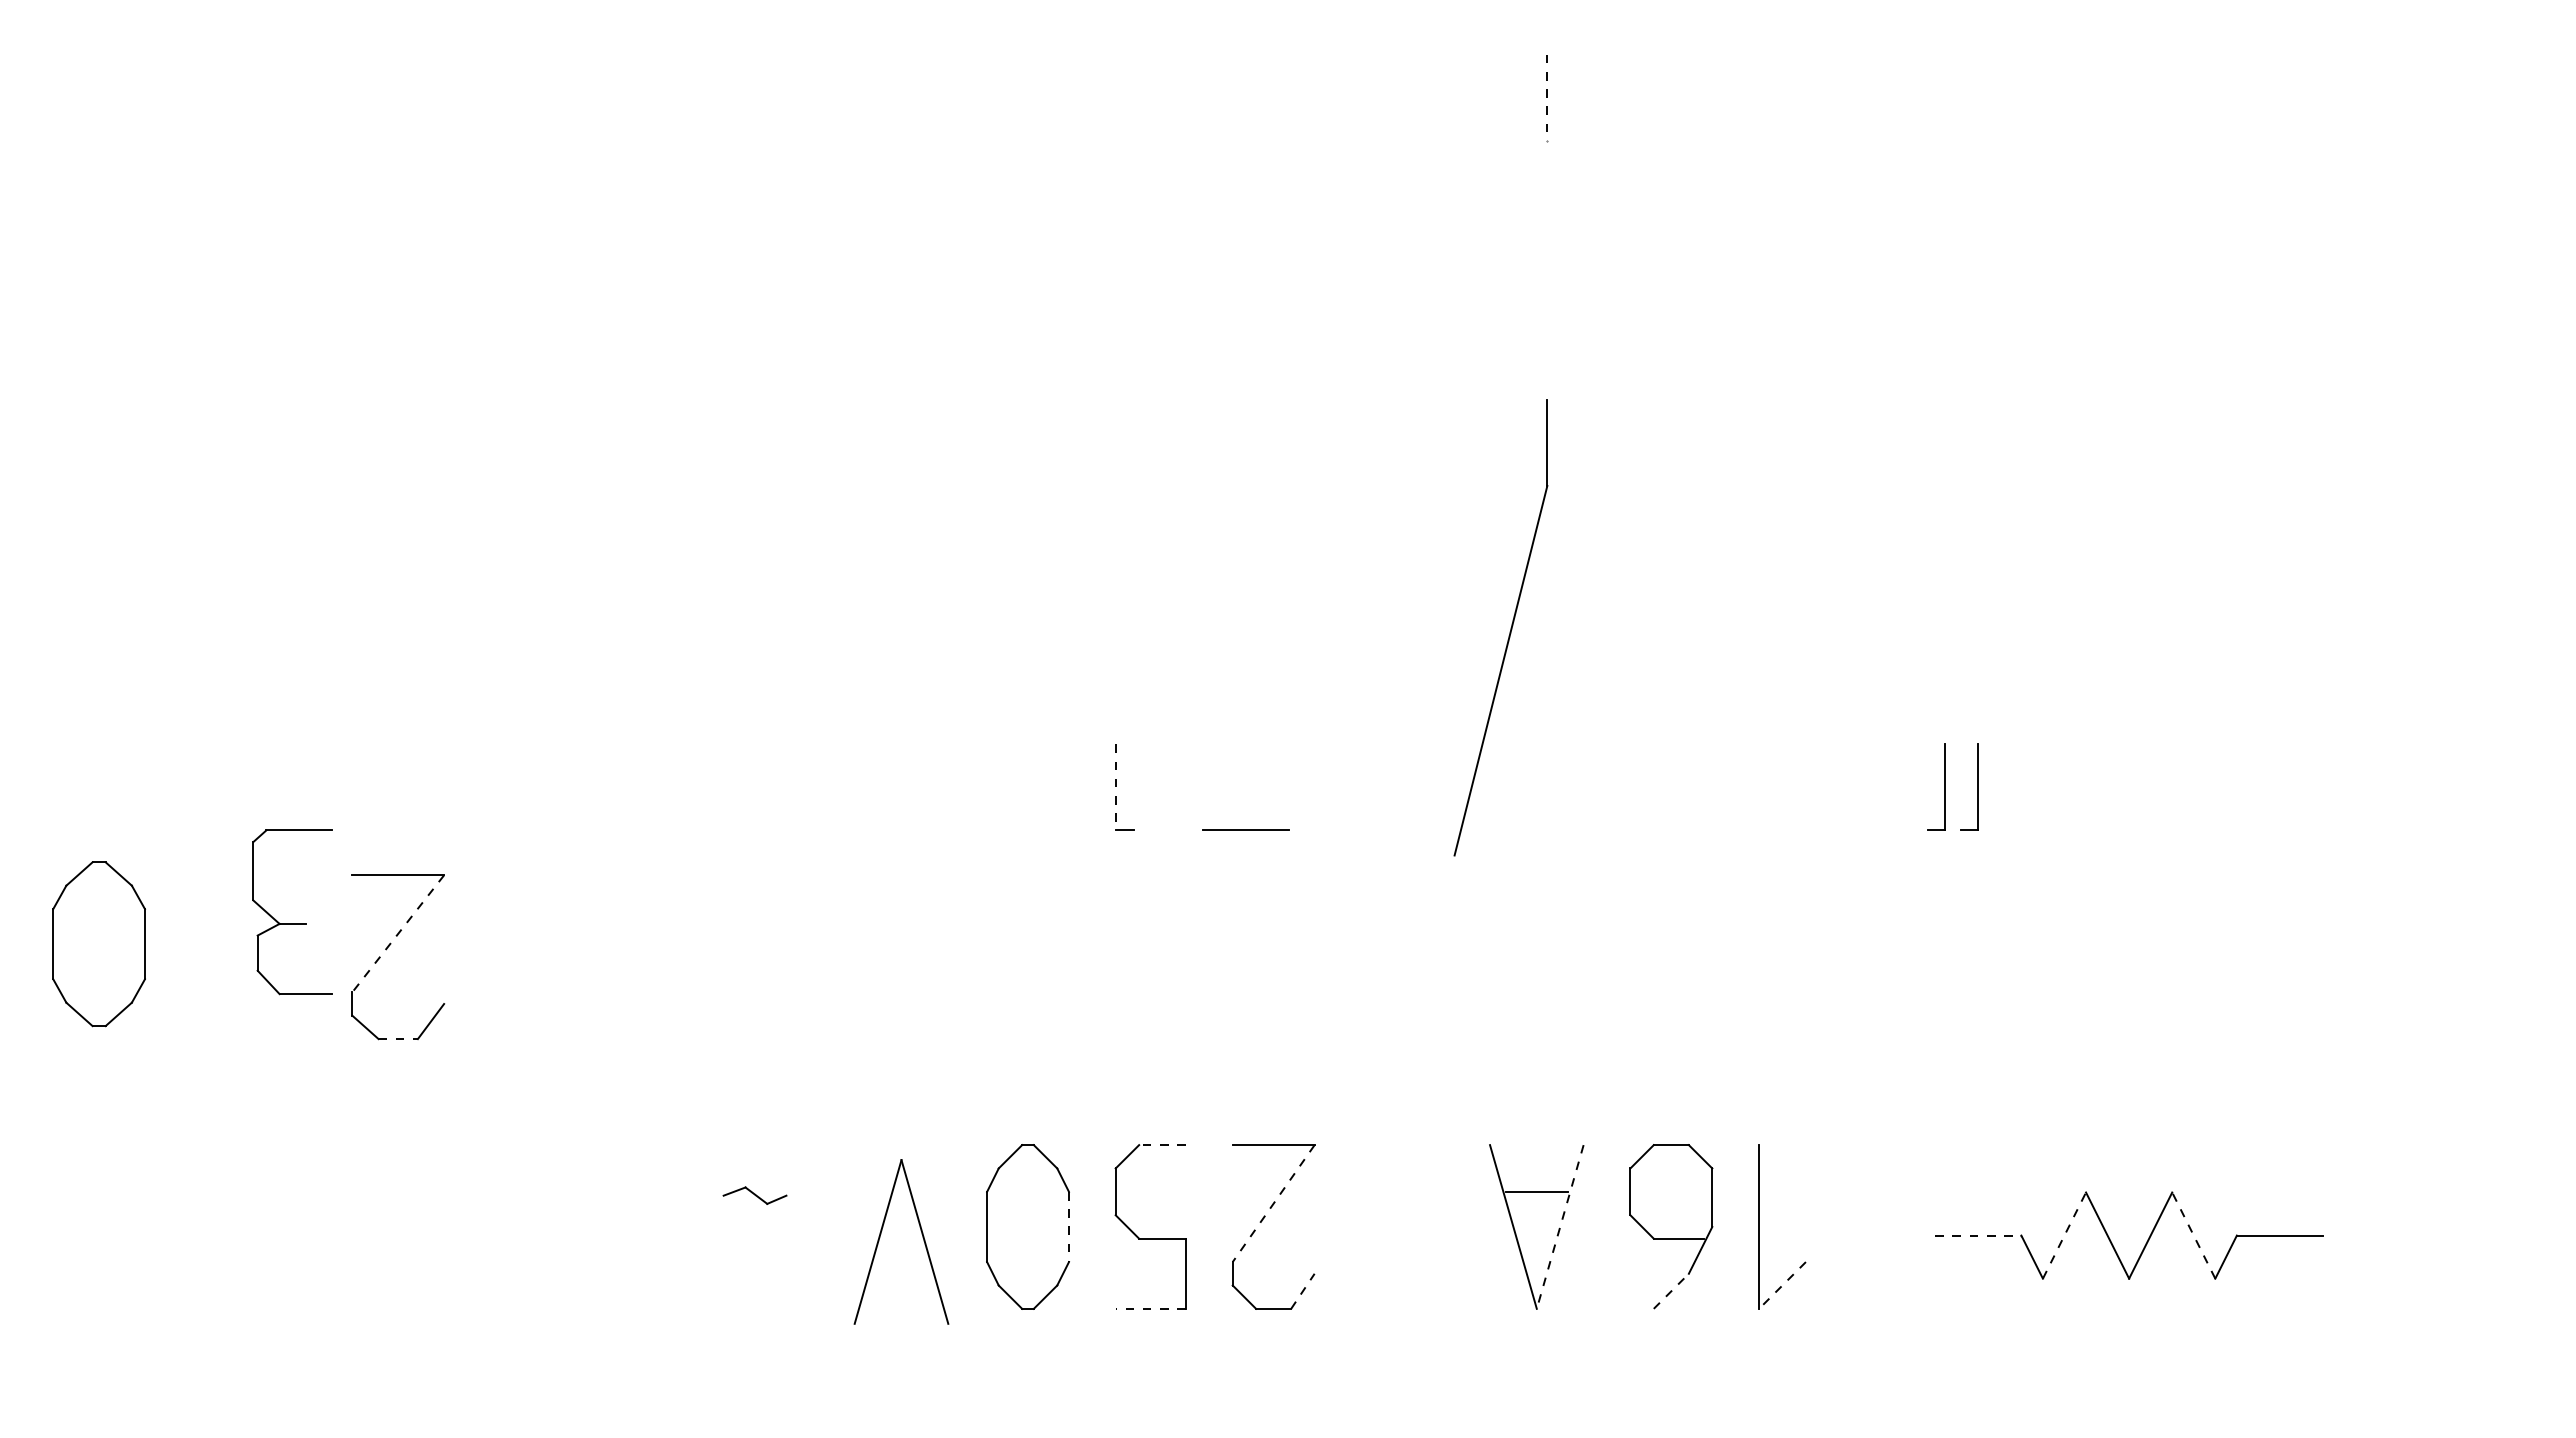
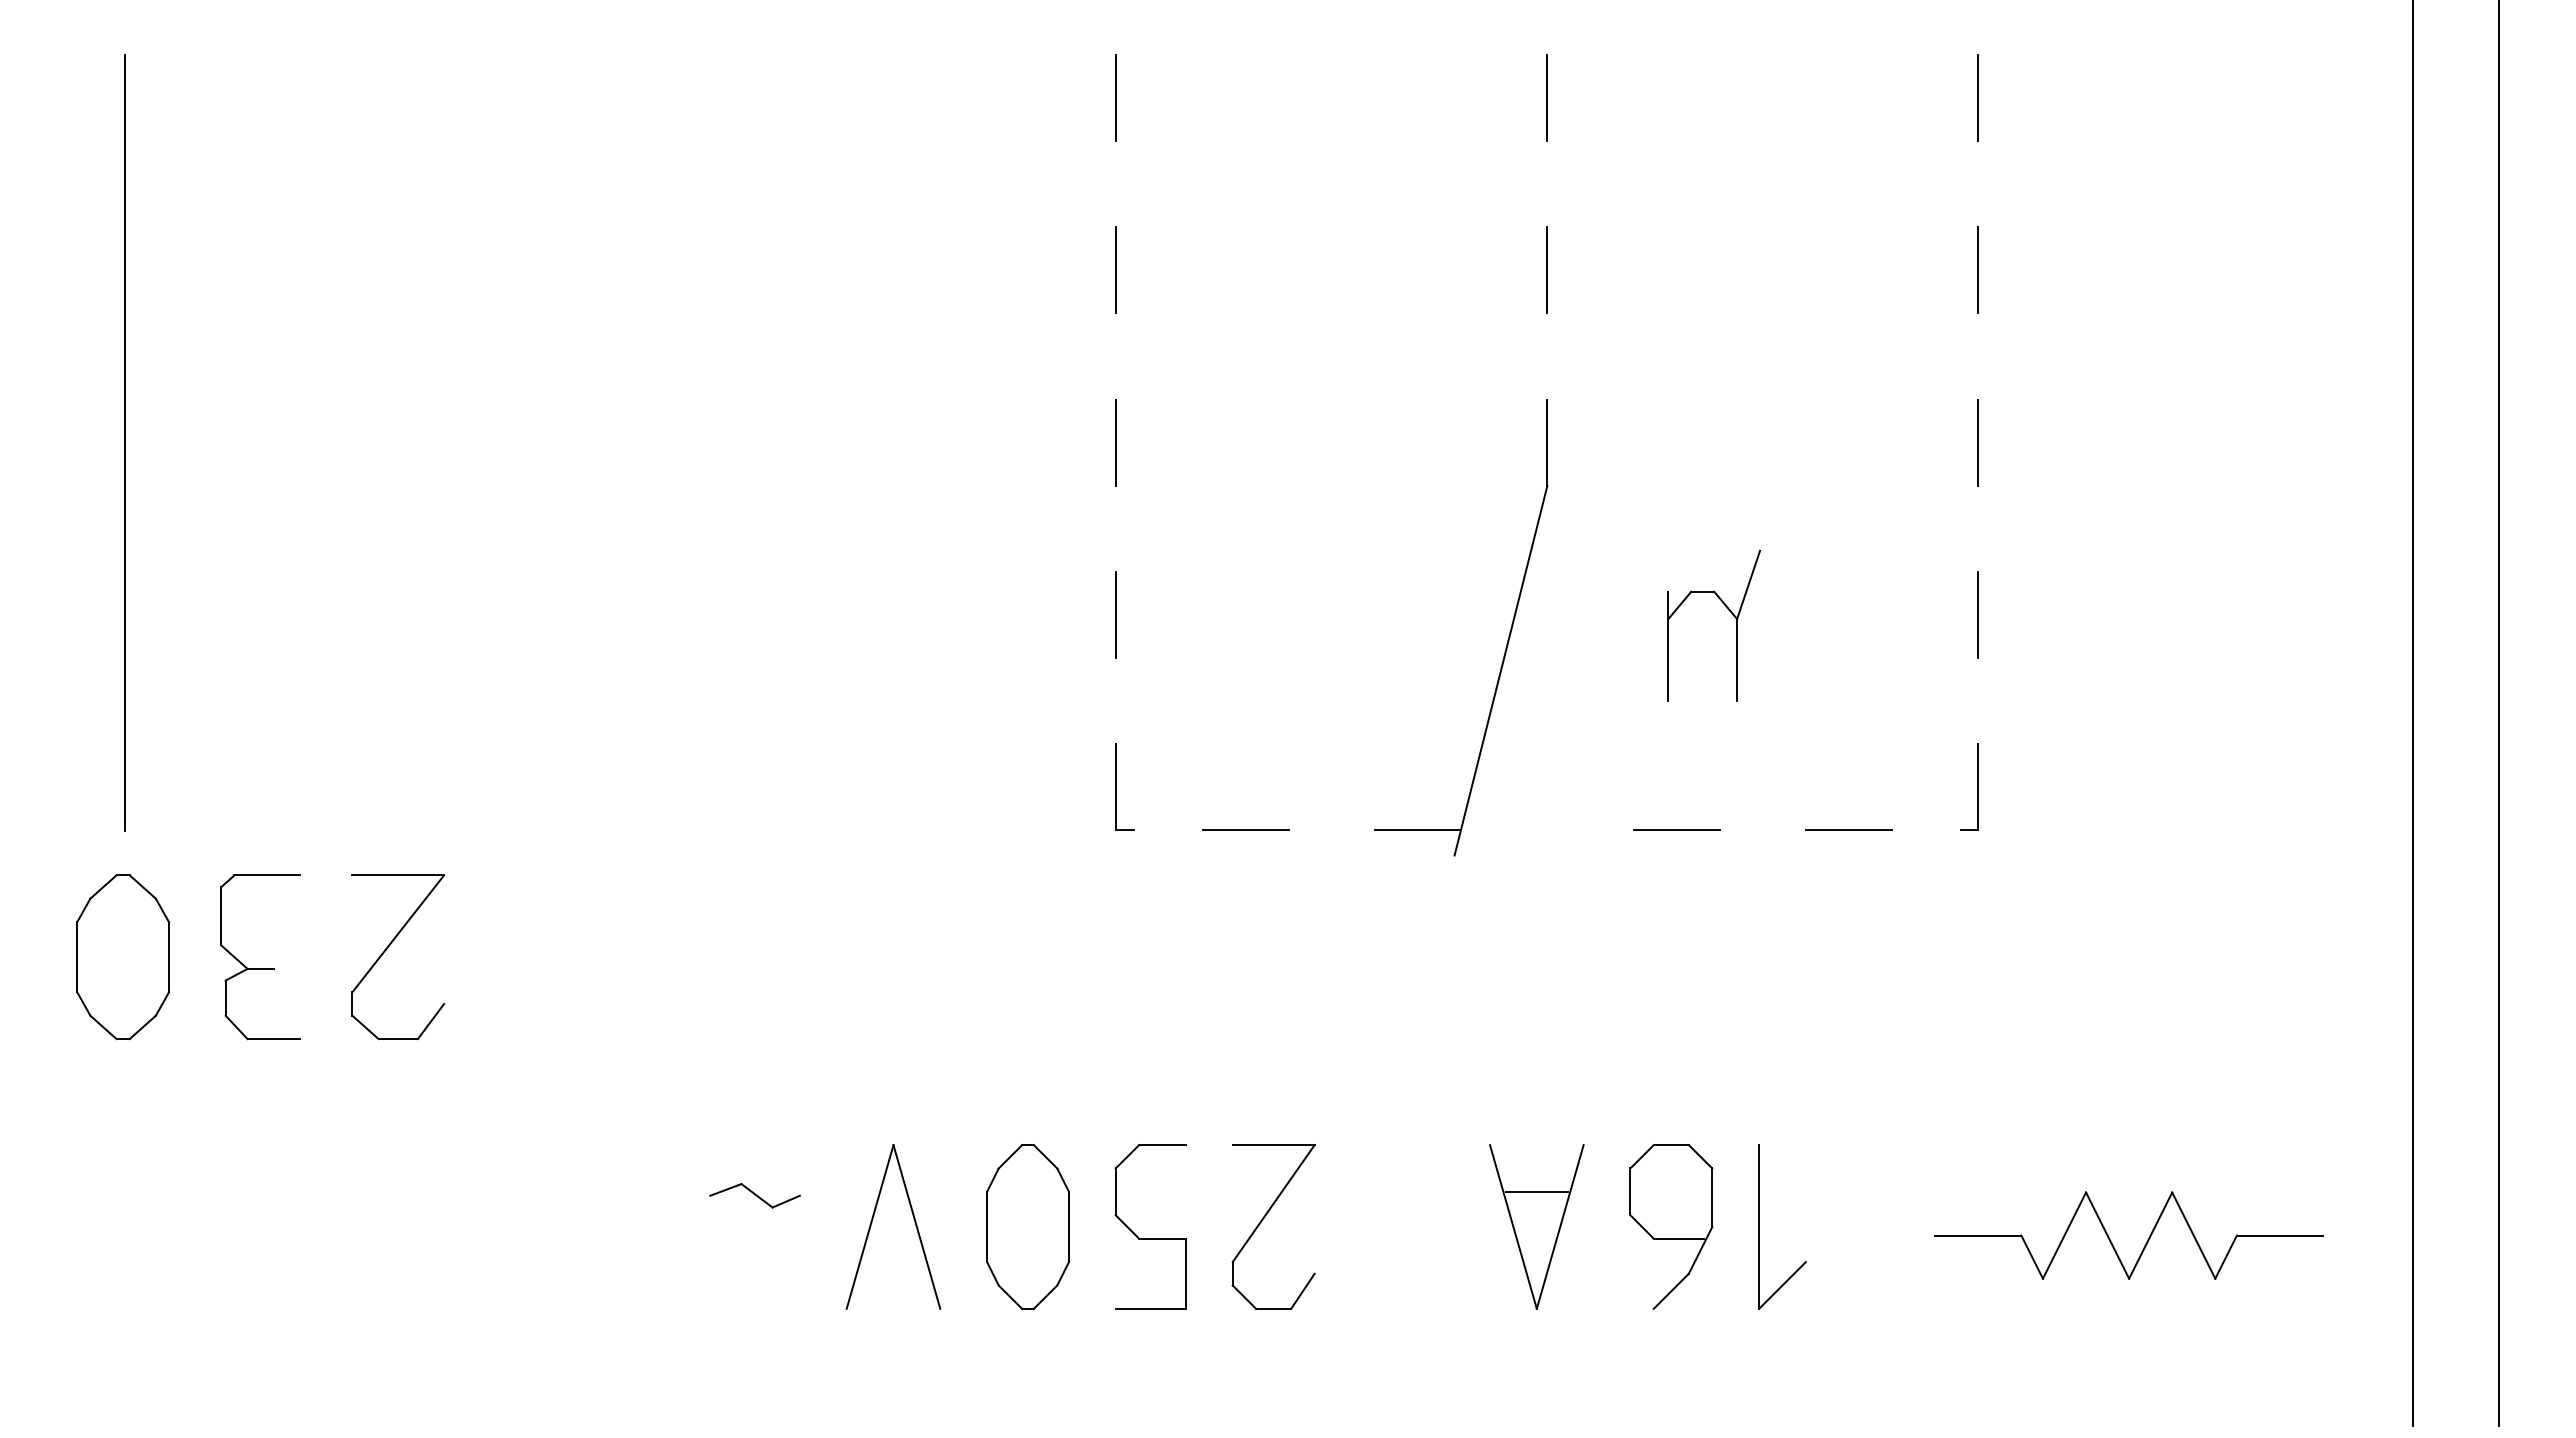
line at (1116, 97): none -> present
line at (1978, 97): none -> present
line at (1547, 98): dashed -> solid
line at (1116, 270): none -> present
line at (1547, 270): none -> present
line at (1978, 270): none -> present
line at (125, 442): none -> present
line at (1116, 442): none -> present
line at (1978, 442): none -> present
part at (1728, 610): none -> present
line at (1116, 614): none -> present
line at (1978, 614): none -> present
line at (2412, 713): none -> present
line at (2498, 713): none -> present
line at (1116, 786): dashed -> solid
part at (1944, 786): present -> none
line at (1417, 829): none -> present
line at (1676, 829): none -> present
line at (1848, 829): none -> present
part at (292, 923) position: (292, 923) -> (260, 968)
line at (397, 934): dashed -> solid
part at (98, 944) position: (98, 944) -> (122, 957)
line at (398, 1039): dashed -> solid
line at (1162, 1145): dashed -> solid
part at (754, 1195) size: 66x19 px -> 92x27 px
line at (1273, 1203): dashed -> solid
line at (1068, 1227): dashed -> solid
line at (1560, 1227): dashed -> solid
part at (881, 1234) position: (881, 1234) -> (873, 1219)
line at (1978, 1235): dashed -> solid
line at (2064, 1235): dashed -> solid
line at (2193, 1235): dashed -> solid
line at (1782, 1285): dashed -> solid
line at (1303, 1290): dashed -> solid
line at (1671, 1291): dashed -> solid
line at (1150, 1308): dashed -> solid
